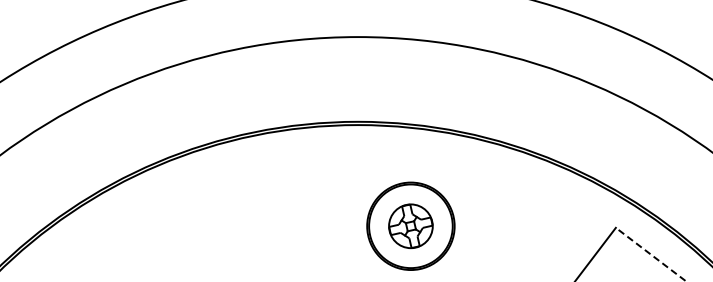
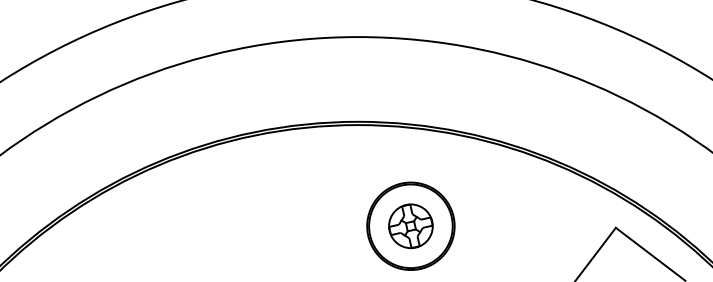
line at (650, 254): dashed -> solid
